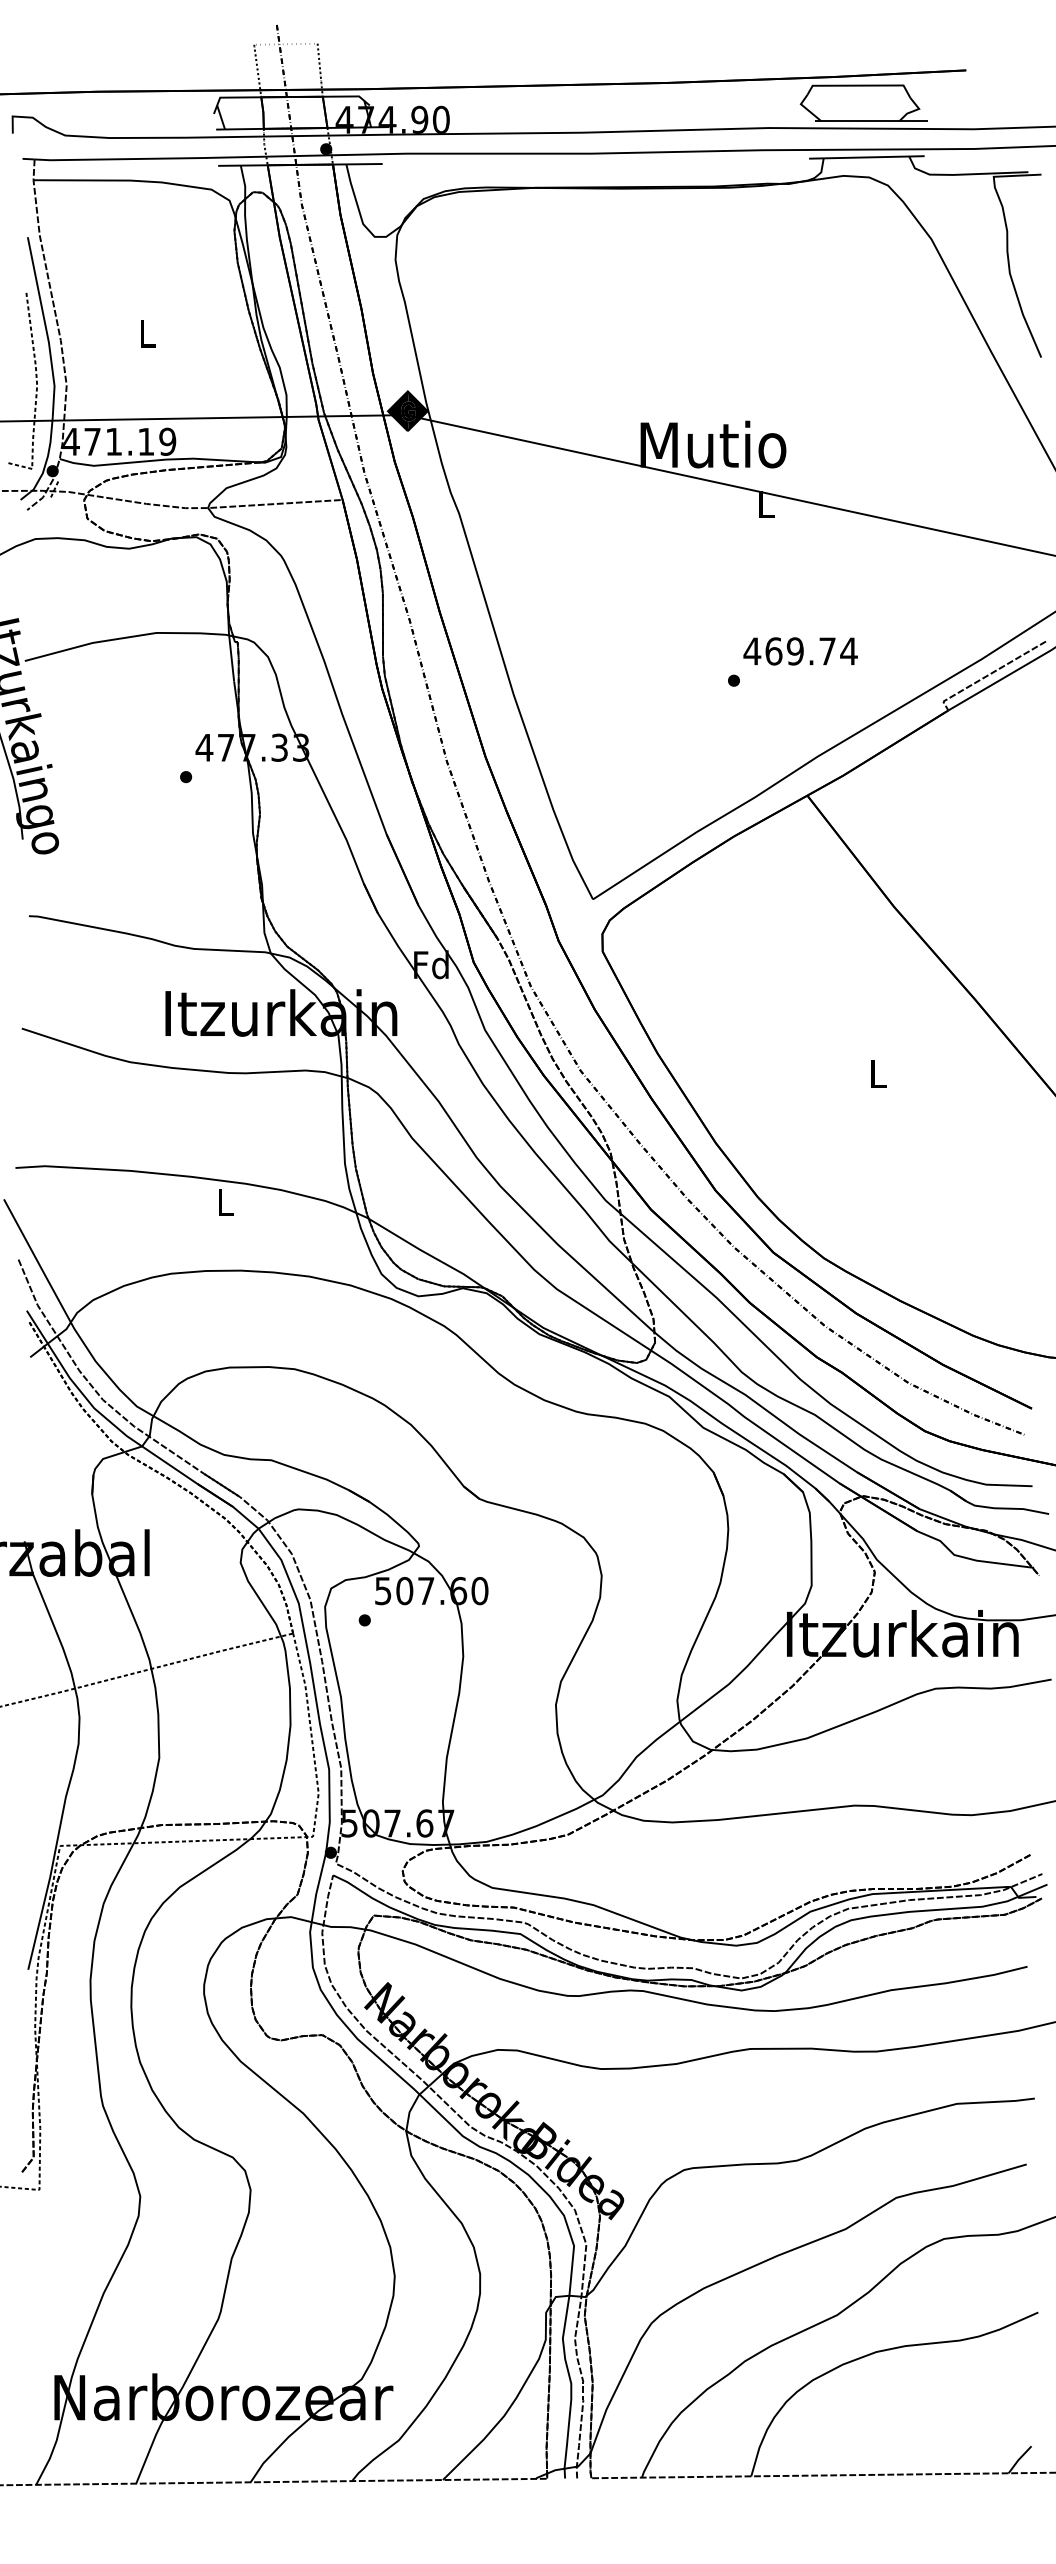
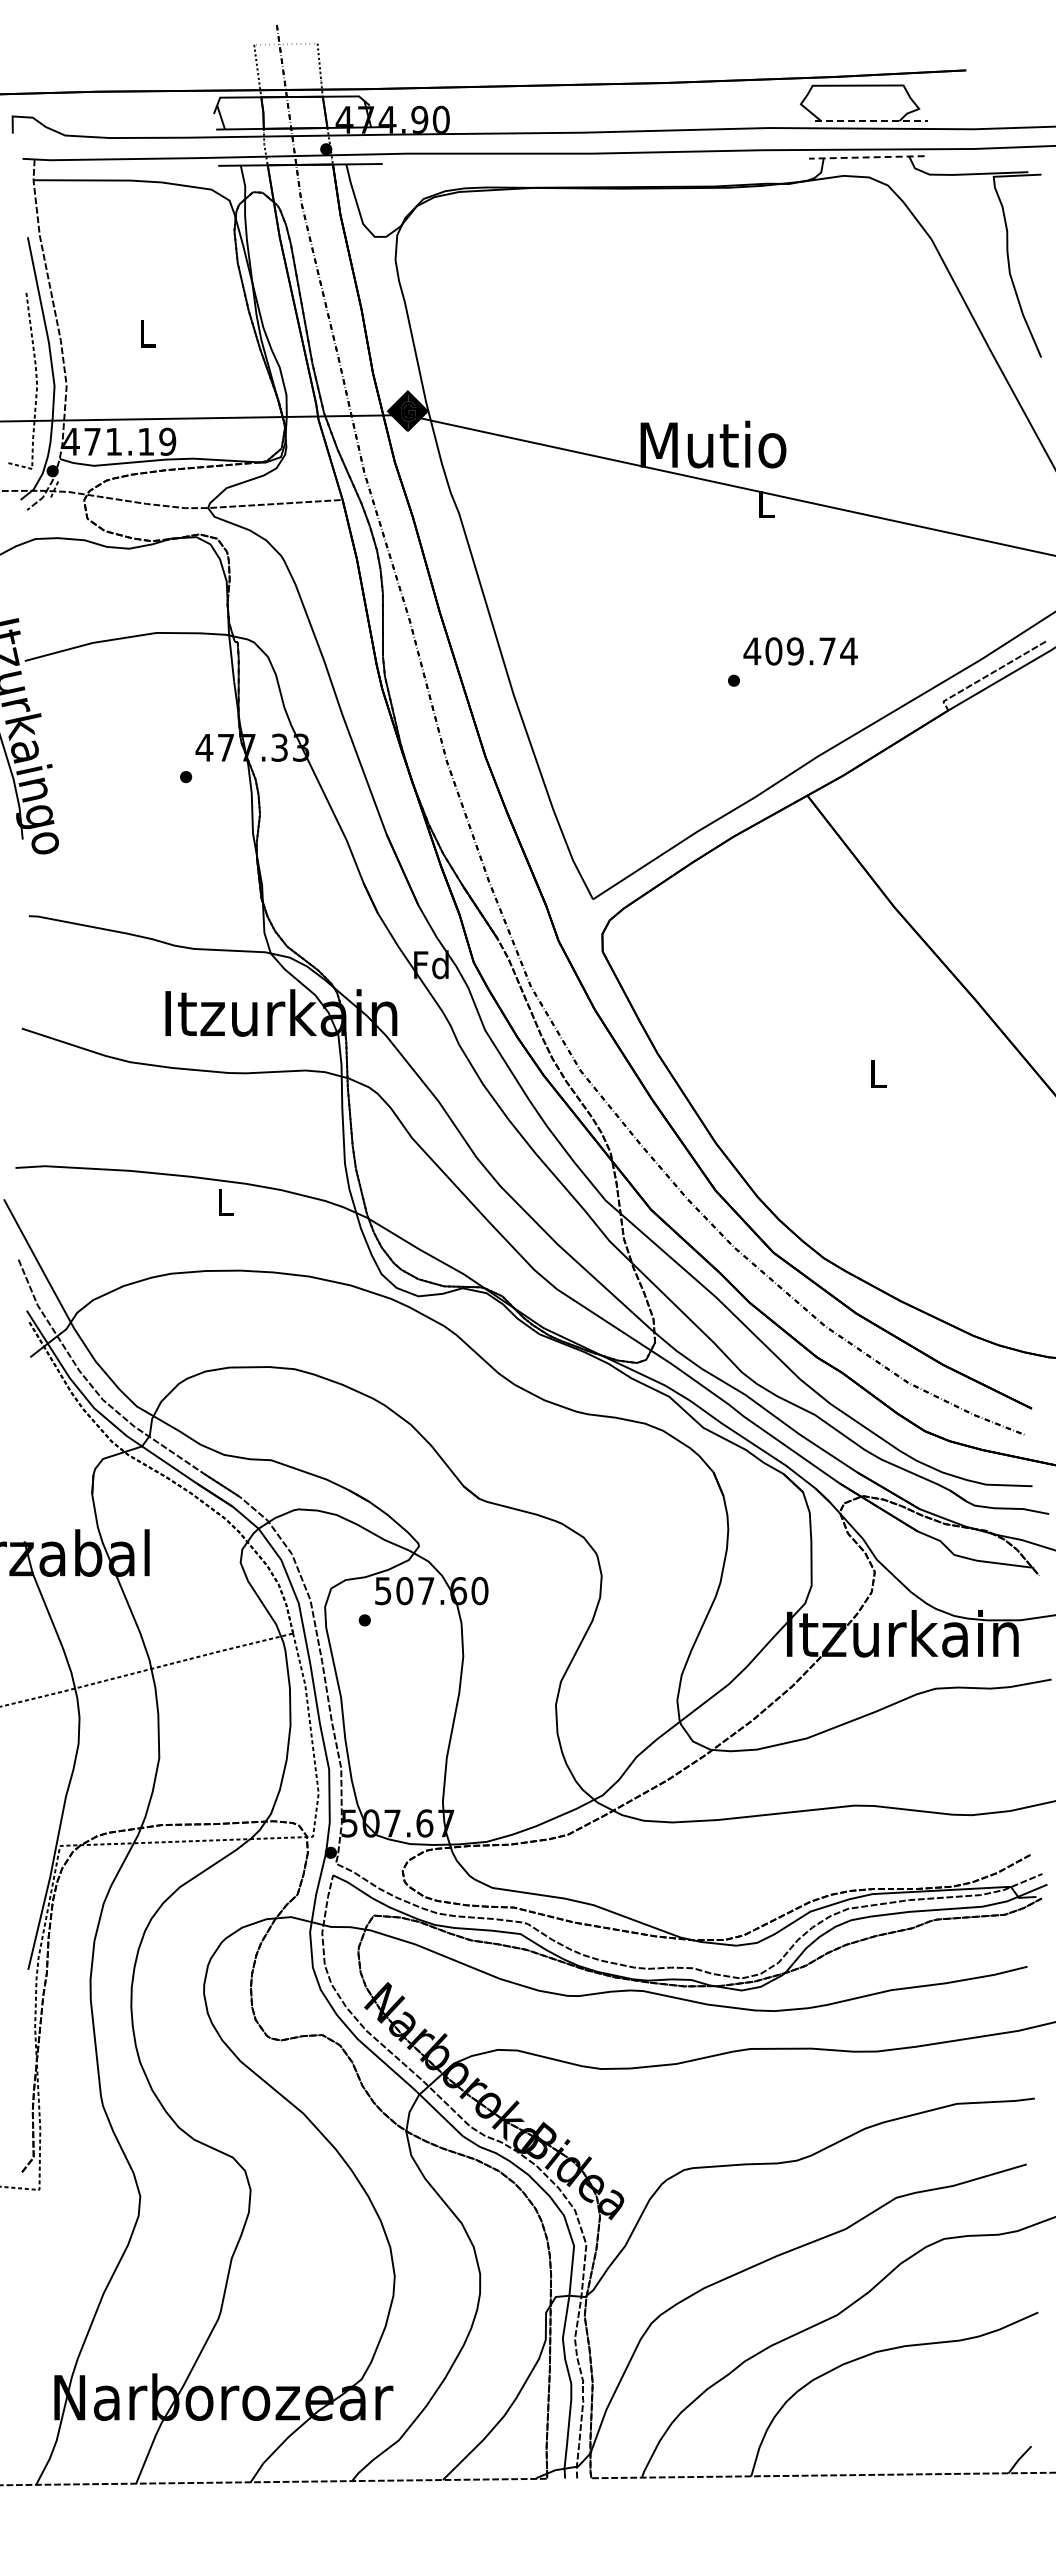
line at (871, 121): solid -> dashed
line at (866, 157): solid -> dashed
text at (773, 651): 469.74 -> 409.74
